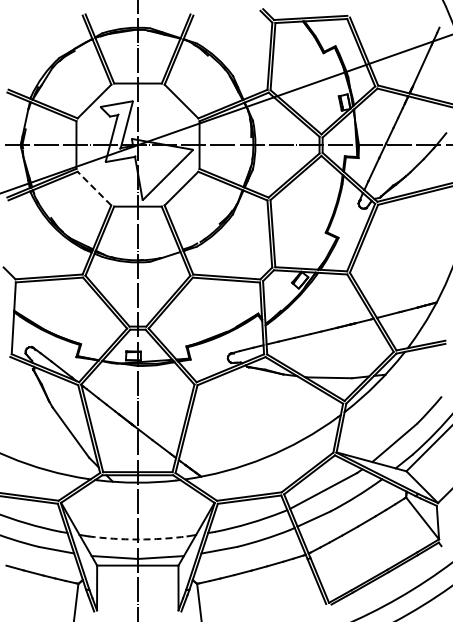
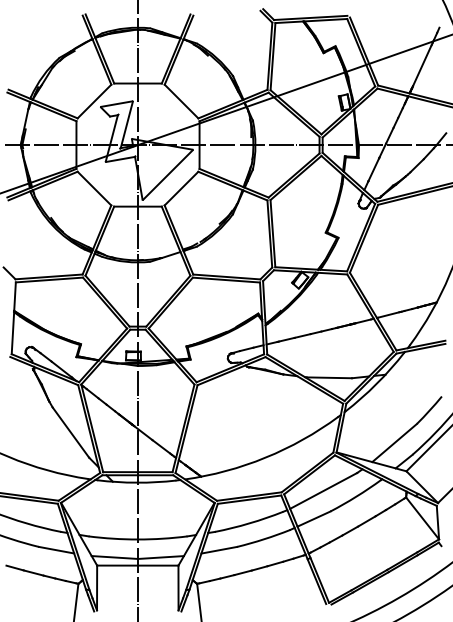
line at (94, 188): dashed -> solid
arc at (138, 539): dashed -> solid
